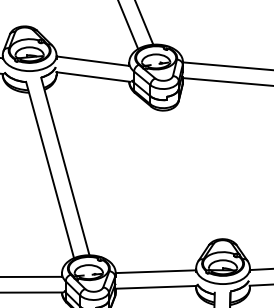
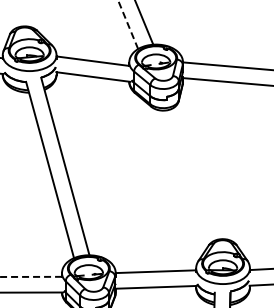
line at (127, 24): solid -> dashed
line at (31, 276): solid -> dashed
